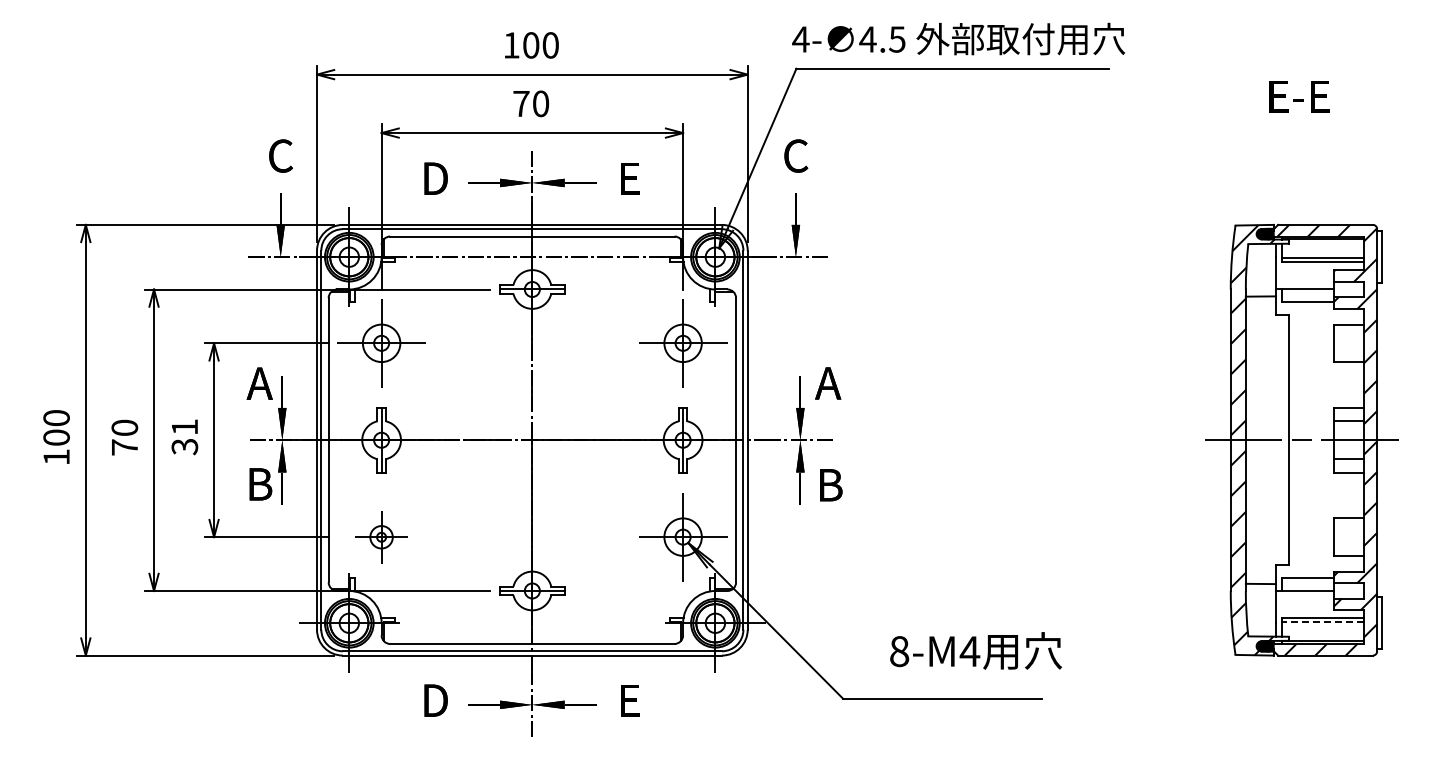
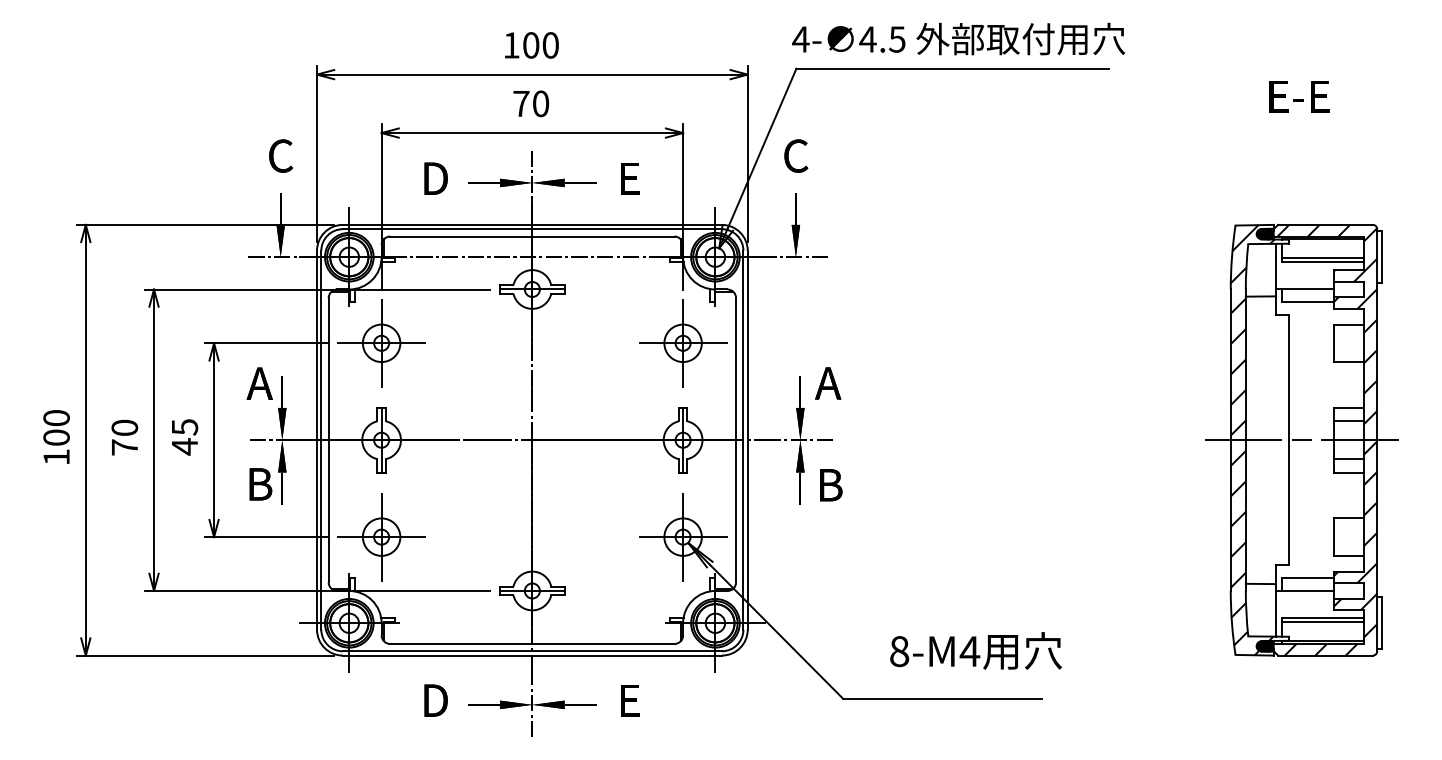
text at (184, 437): 31 -> 45
part at (381, 537) size: 53x53 px -> 89x89 px
line at (1323, 622): dashed -> solid
